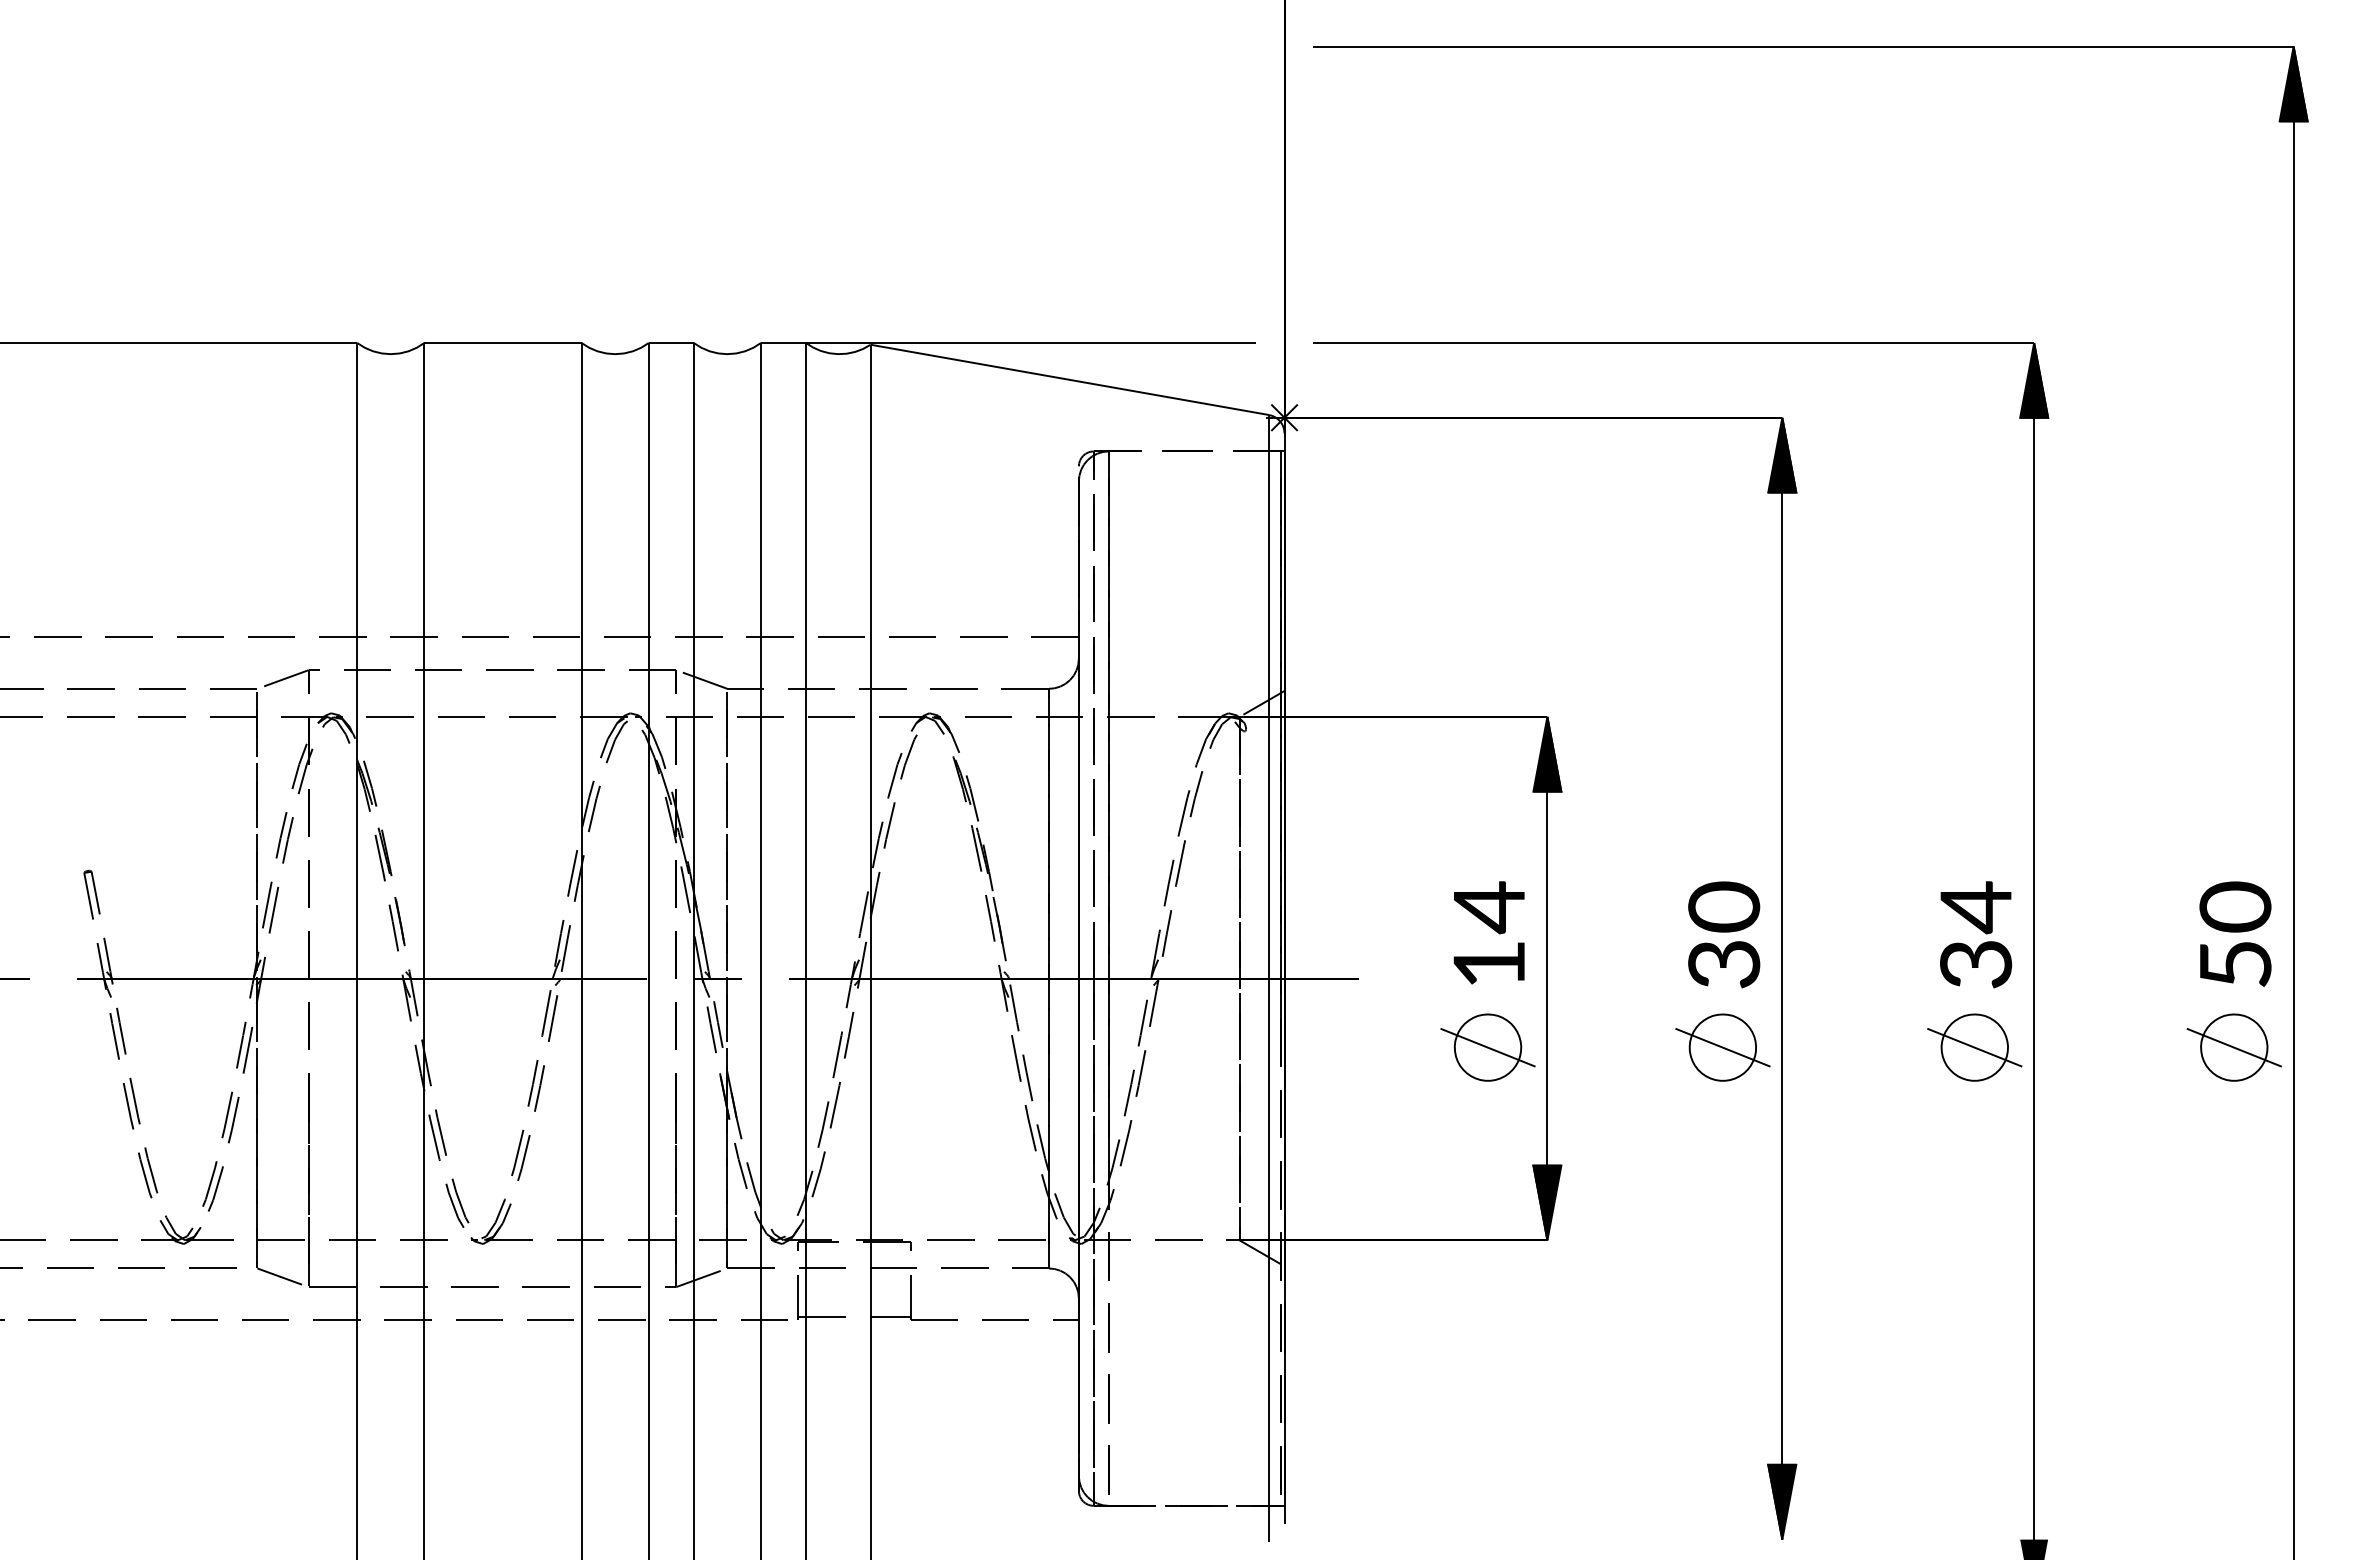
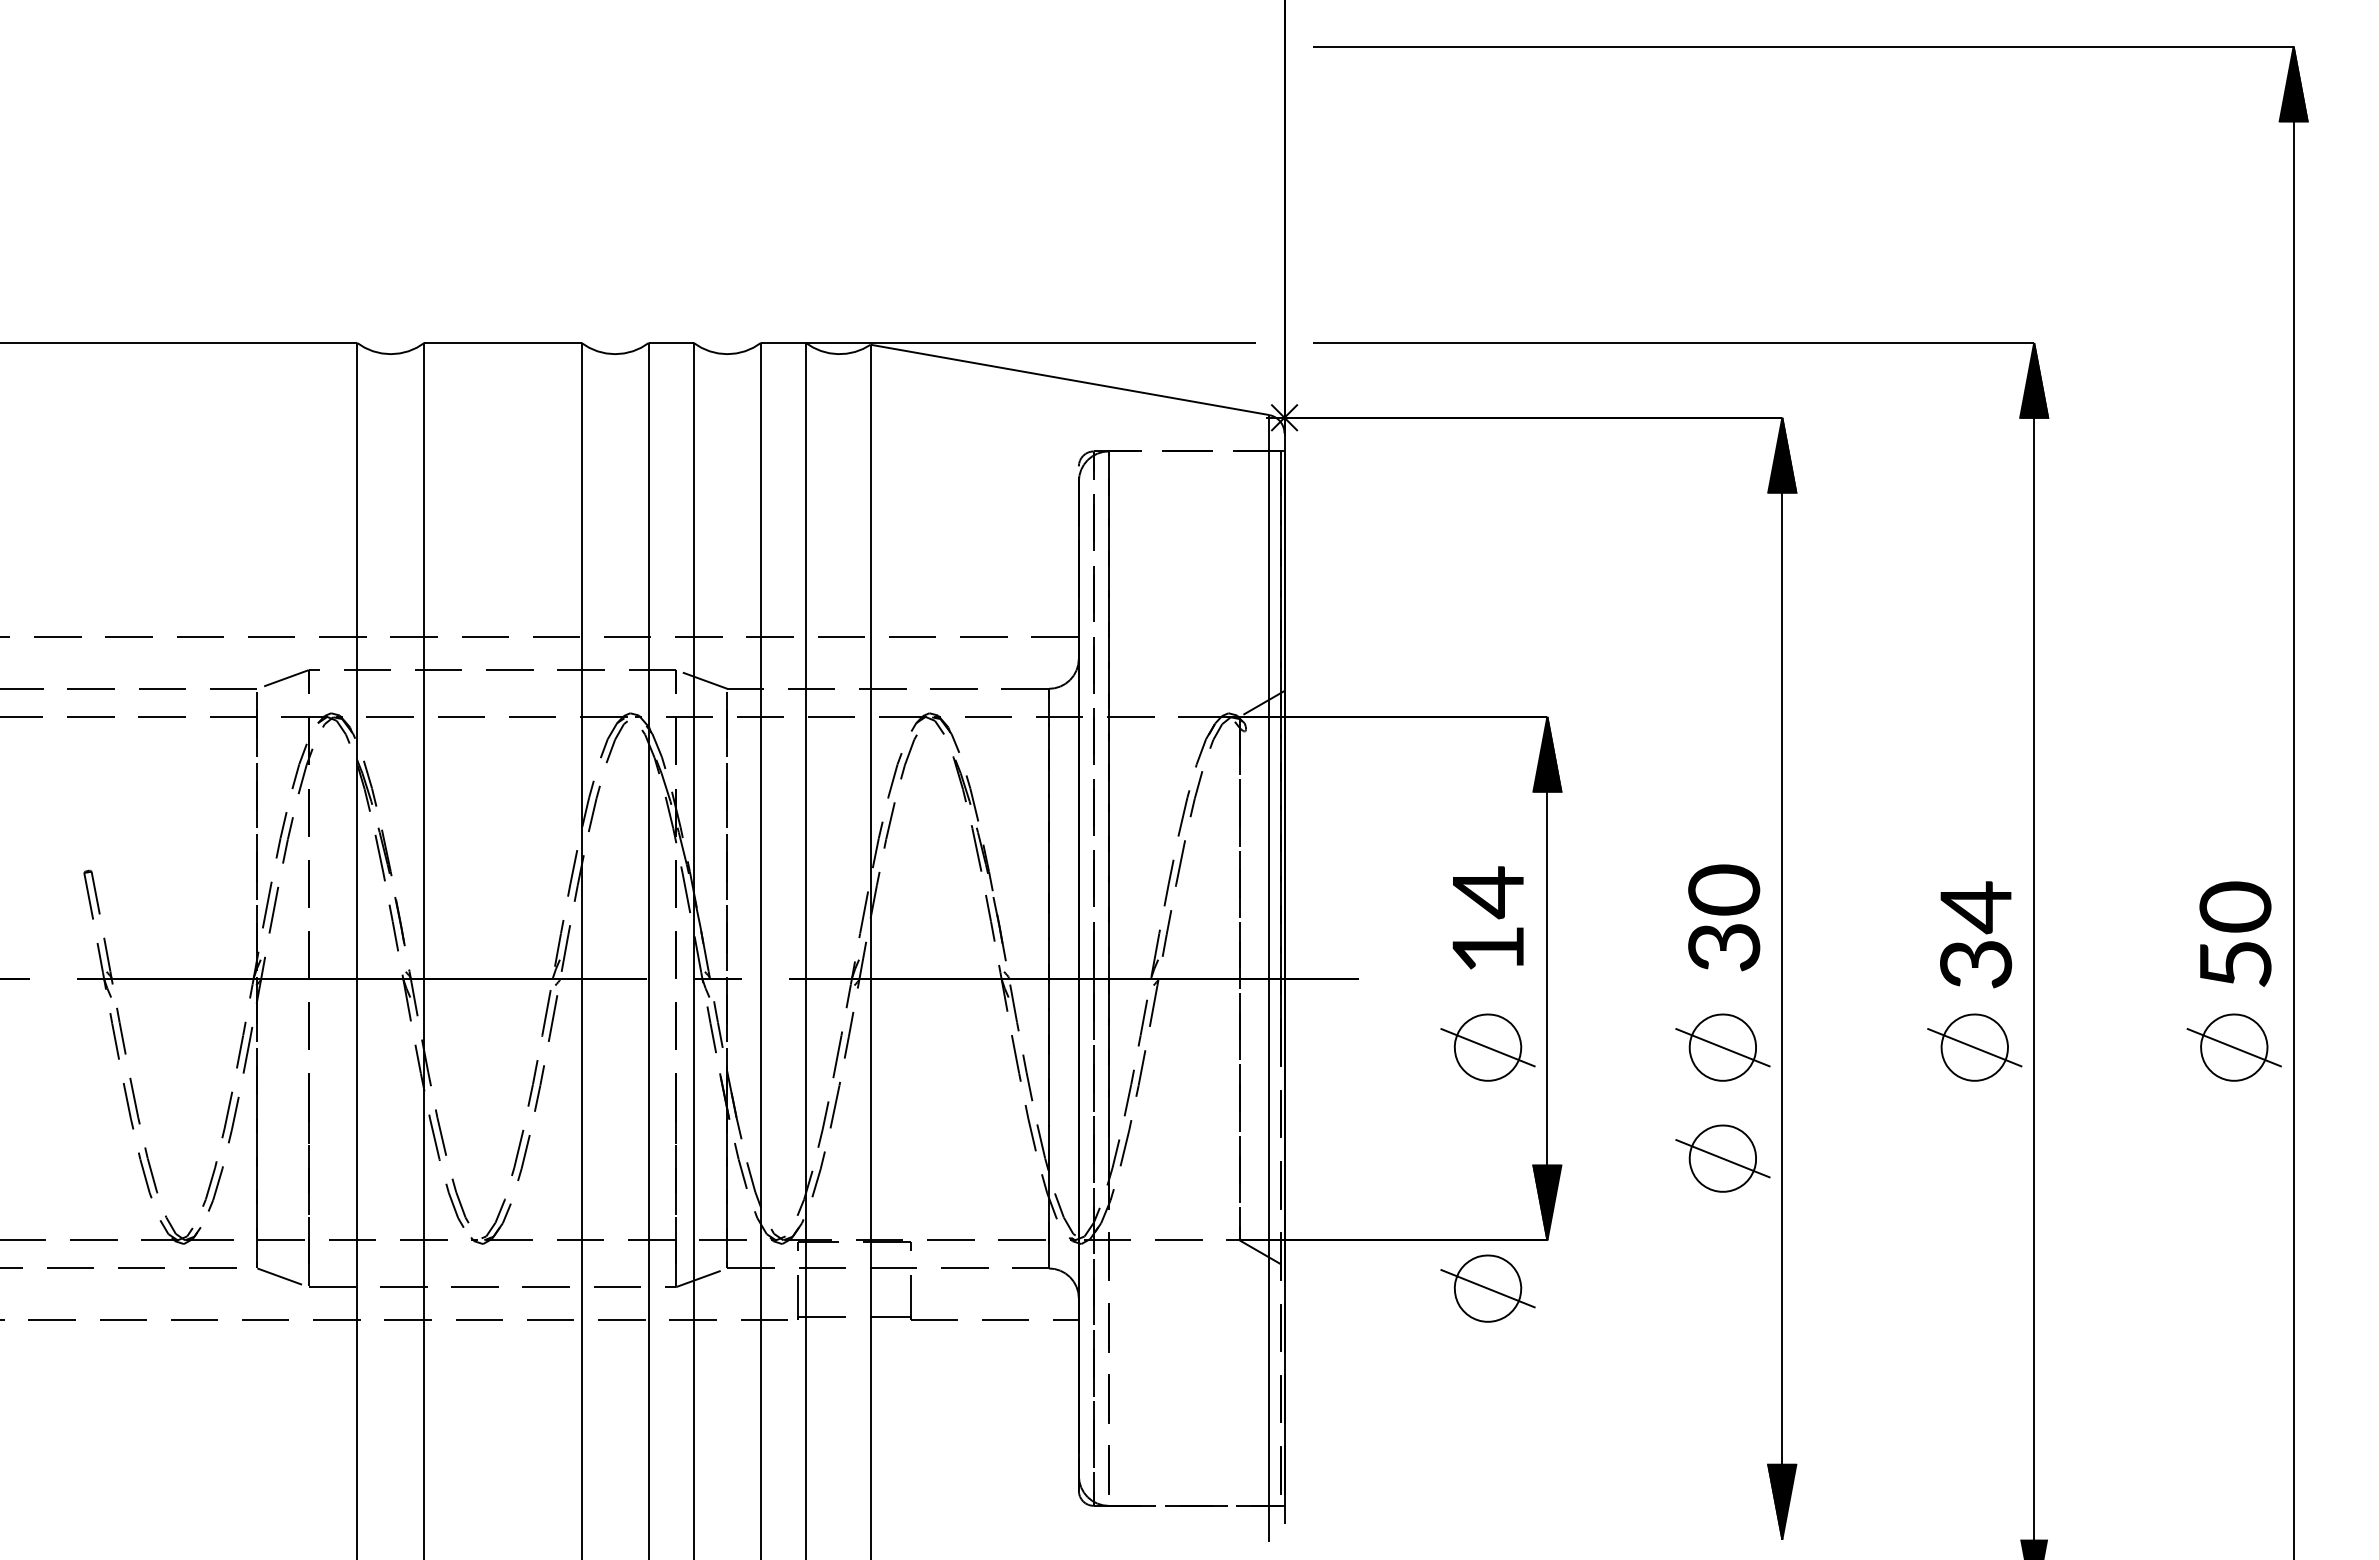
text at (1488, 932) position: (1488, 932) -> (1487, 917)
text at (1724, 934) position: (1724, 934) -> (1724, 917)
part at (1722, 1158): none -> present
part at (1487, 1288): none -> present
